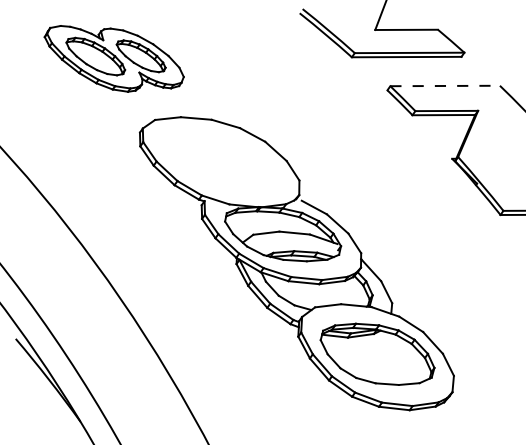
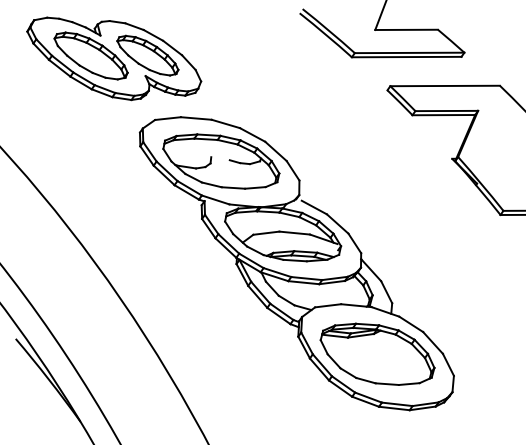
part at (113, 58) size: 142x68 px -> 177x86 px
line at (445, 85): dashed -> solid
part at (221, 161): none -> present
